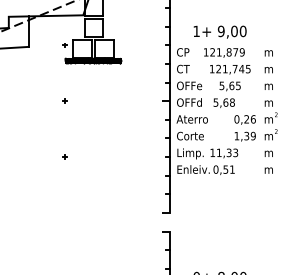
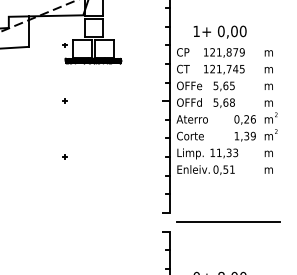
text at (220, 31): 9,00 -> 0,00
text at (230, 77) position: (230, 77) -> (224, 77)
line at (228, 222): none -> present
